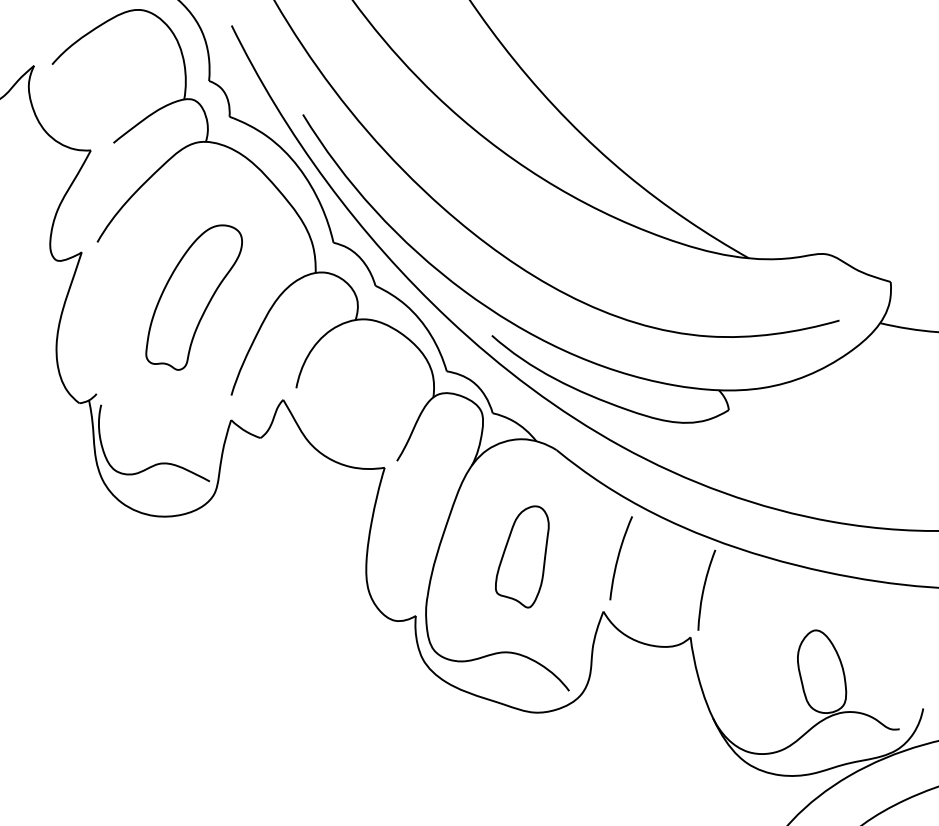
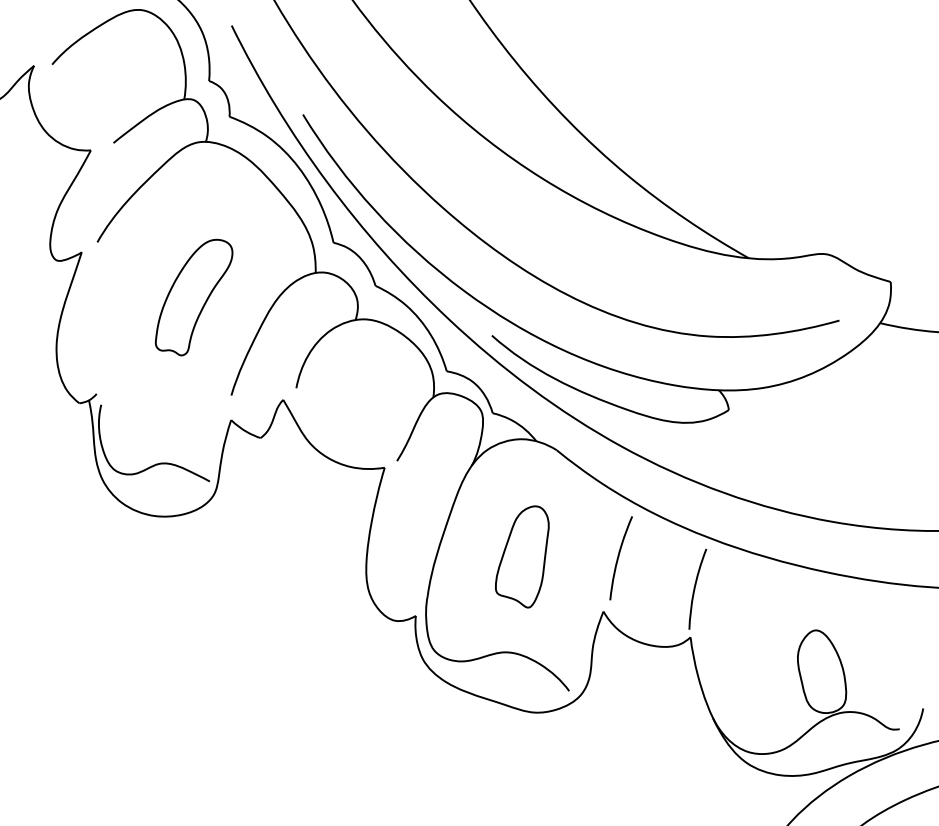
part at (193, 297) size: 98x147 px -> 79x119 px
curve at (704, 589) position: (704, 589) -> (695, 588)
